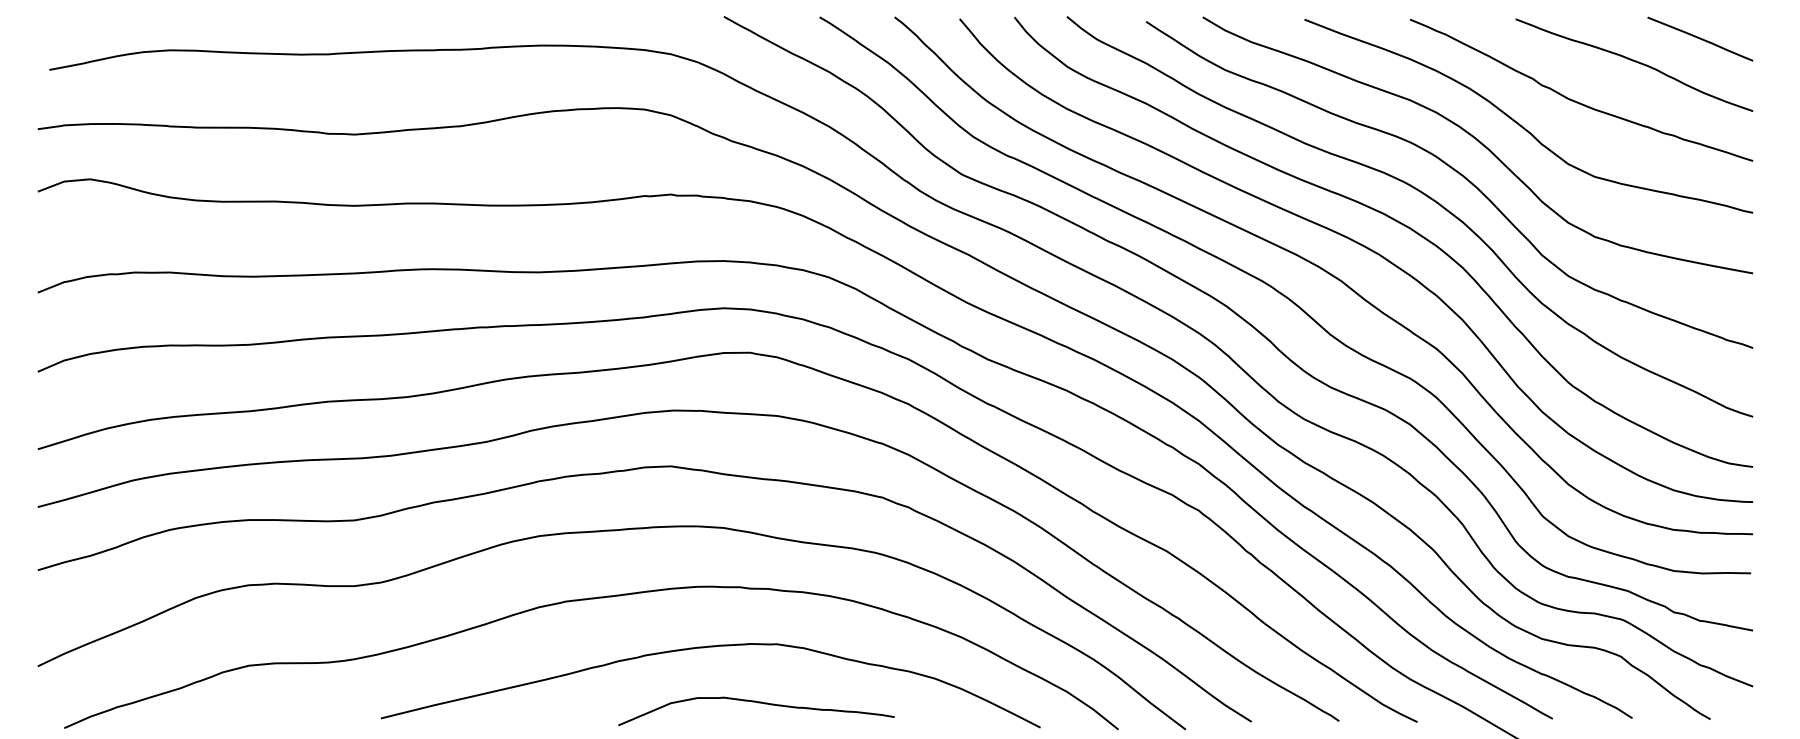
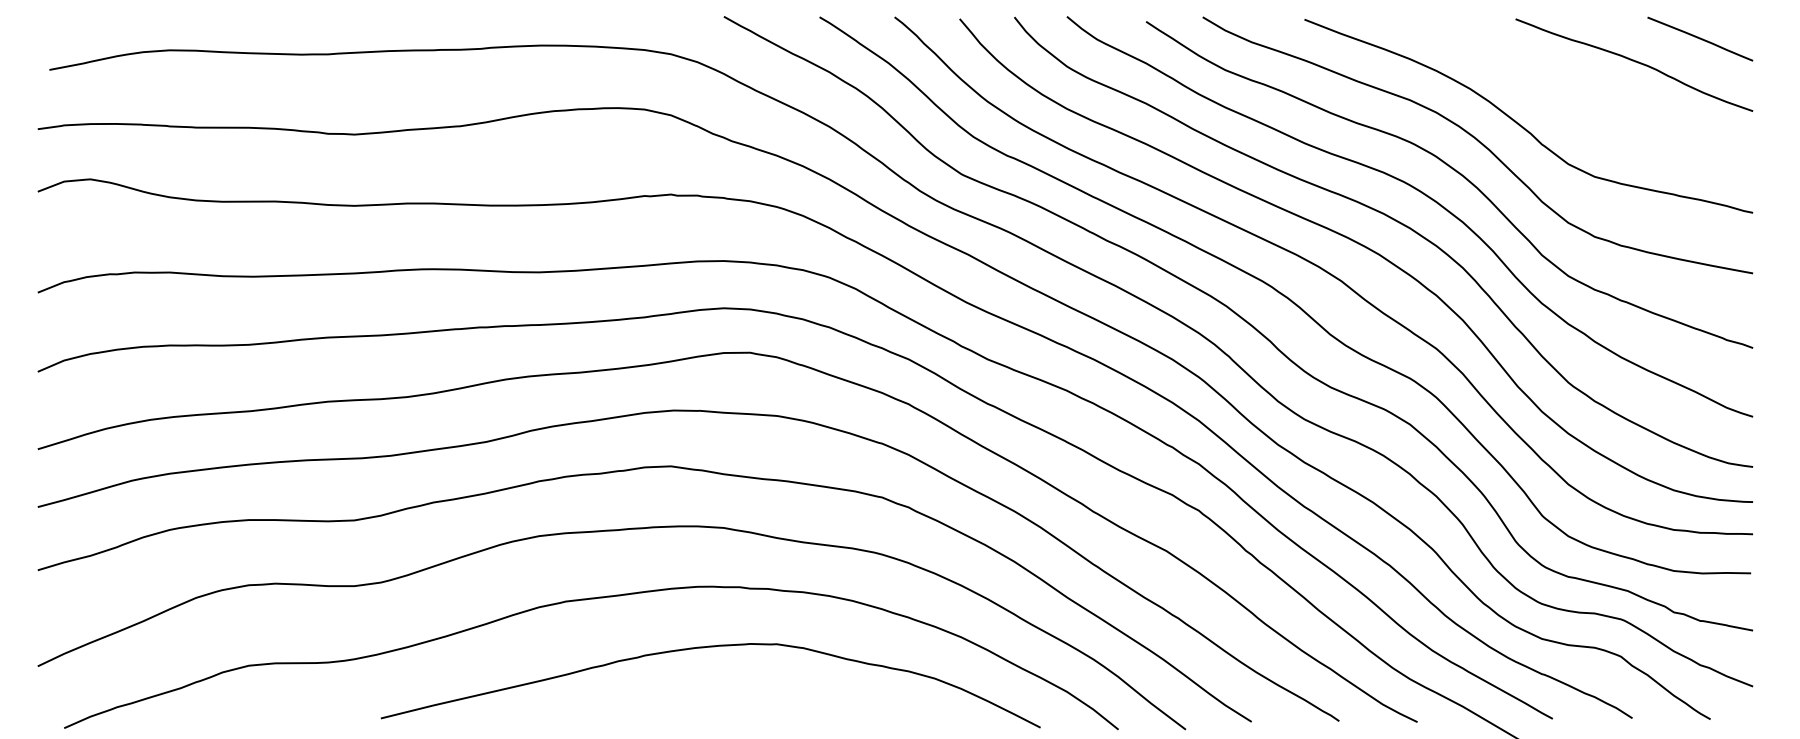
curve at (1575, 100): present -> none
curve at (758, 703): present -> none
